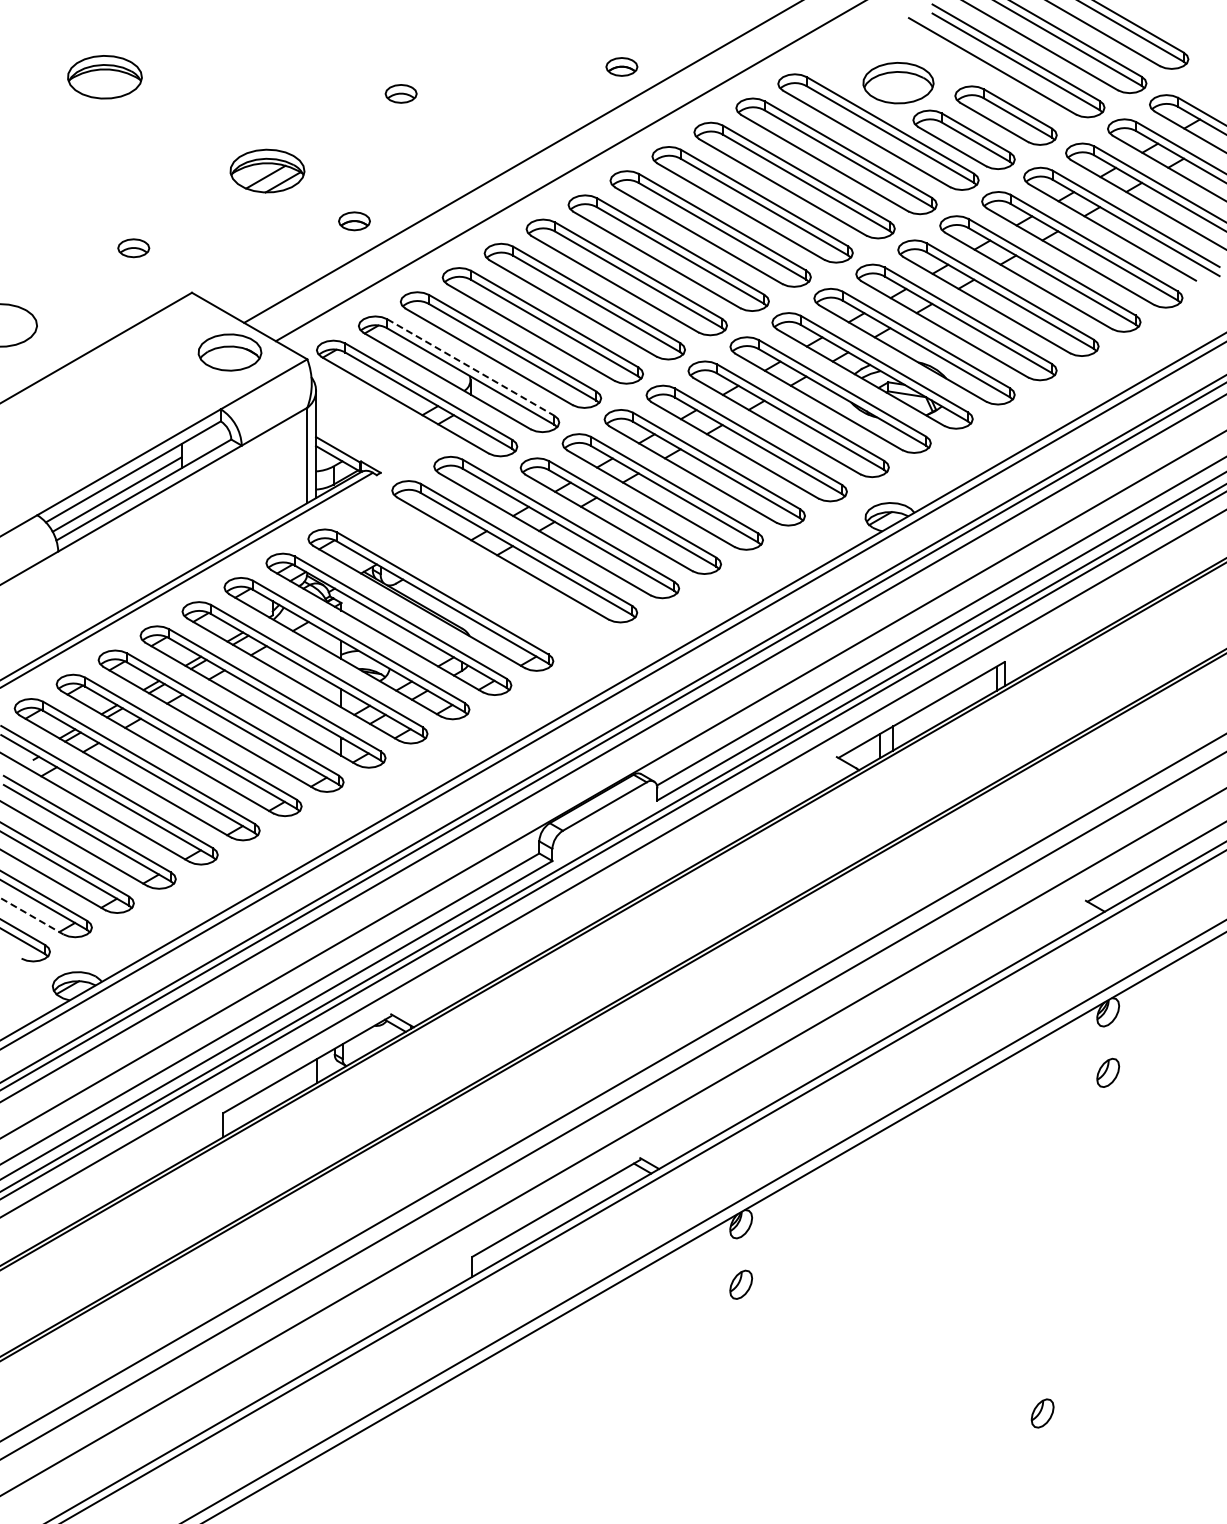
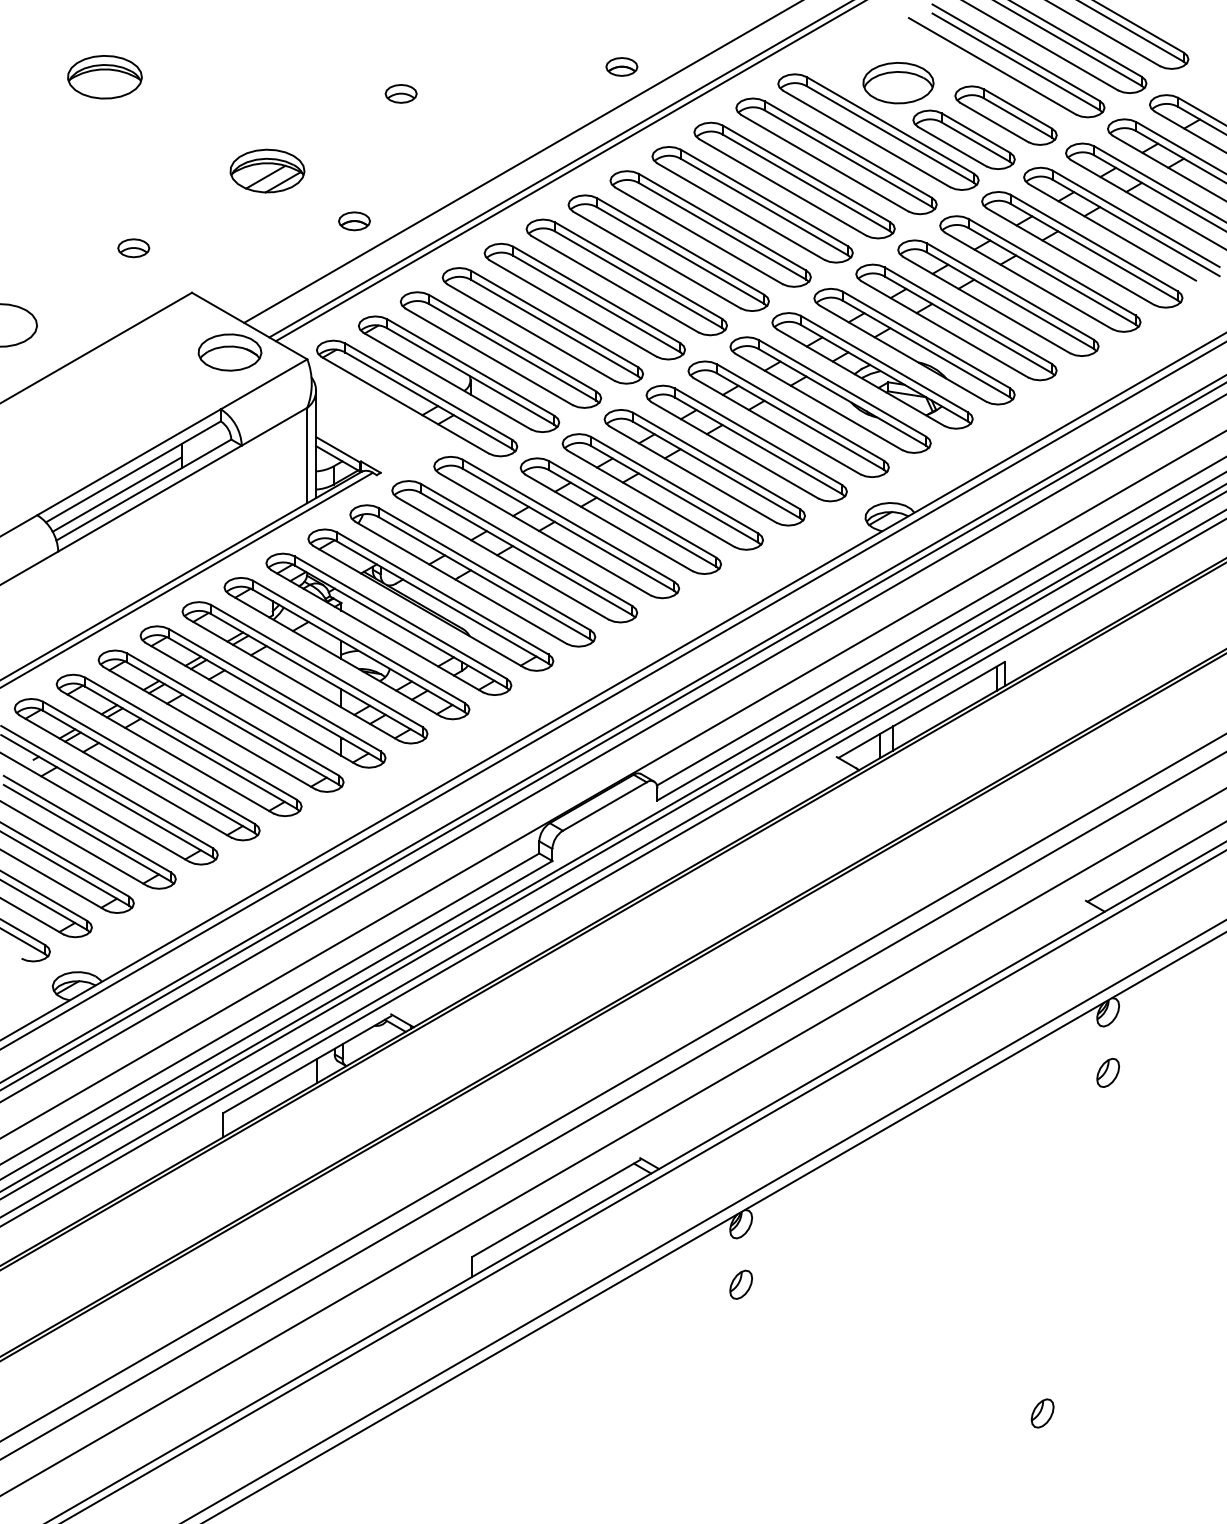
line at (559, 169): none -> present
line at (471, 367): dashed -> solid
part at (472, 575): none -> present
line at (612, 872): none -> present
line at (32, 916): dashed -> solid
